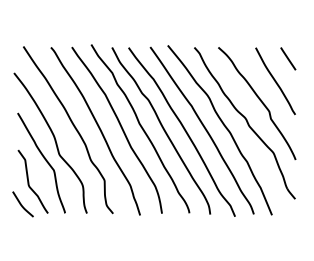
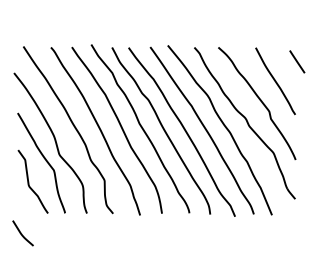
line at (288, 58) position: (288, 58) -> (297, 61)
curve at (21, 204) position: (21, 204) -> (21, 233)
